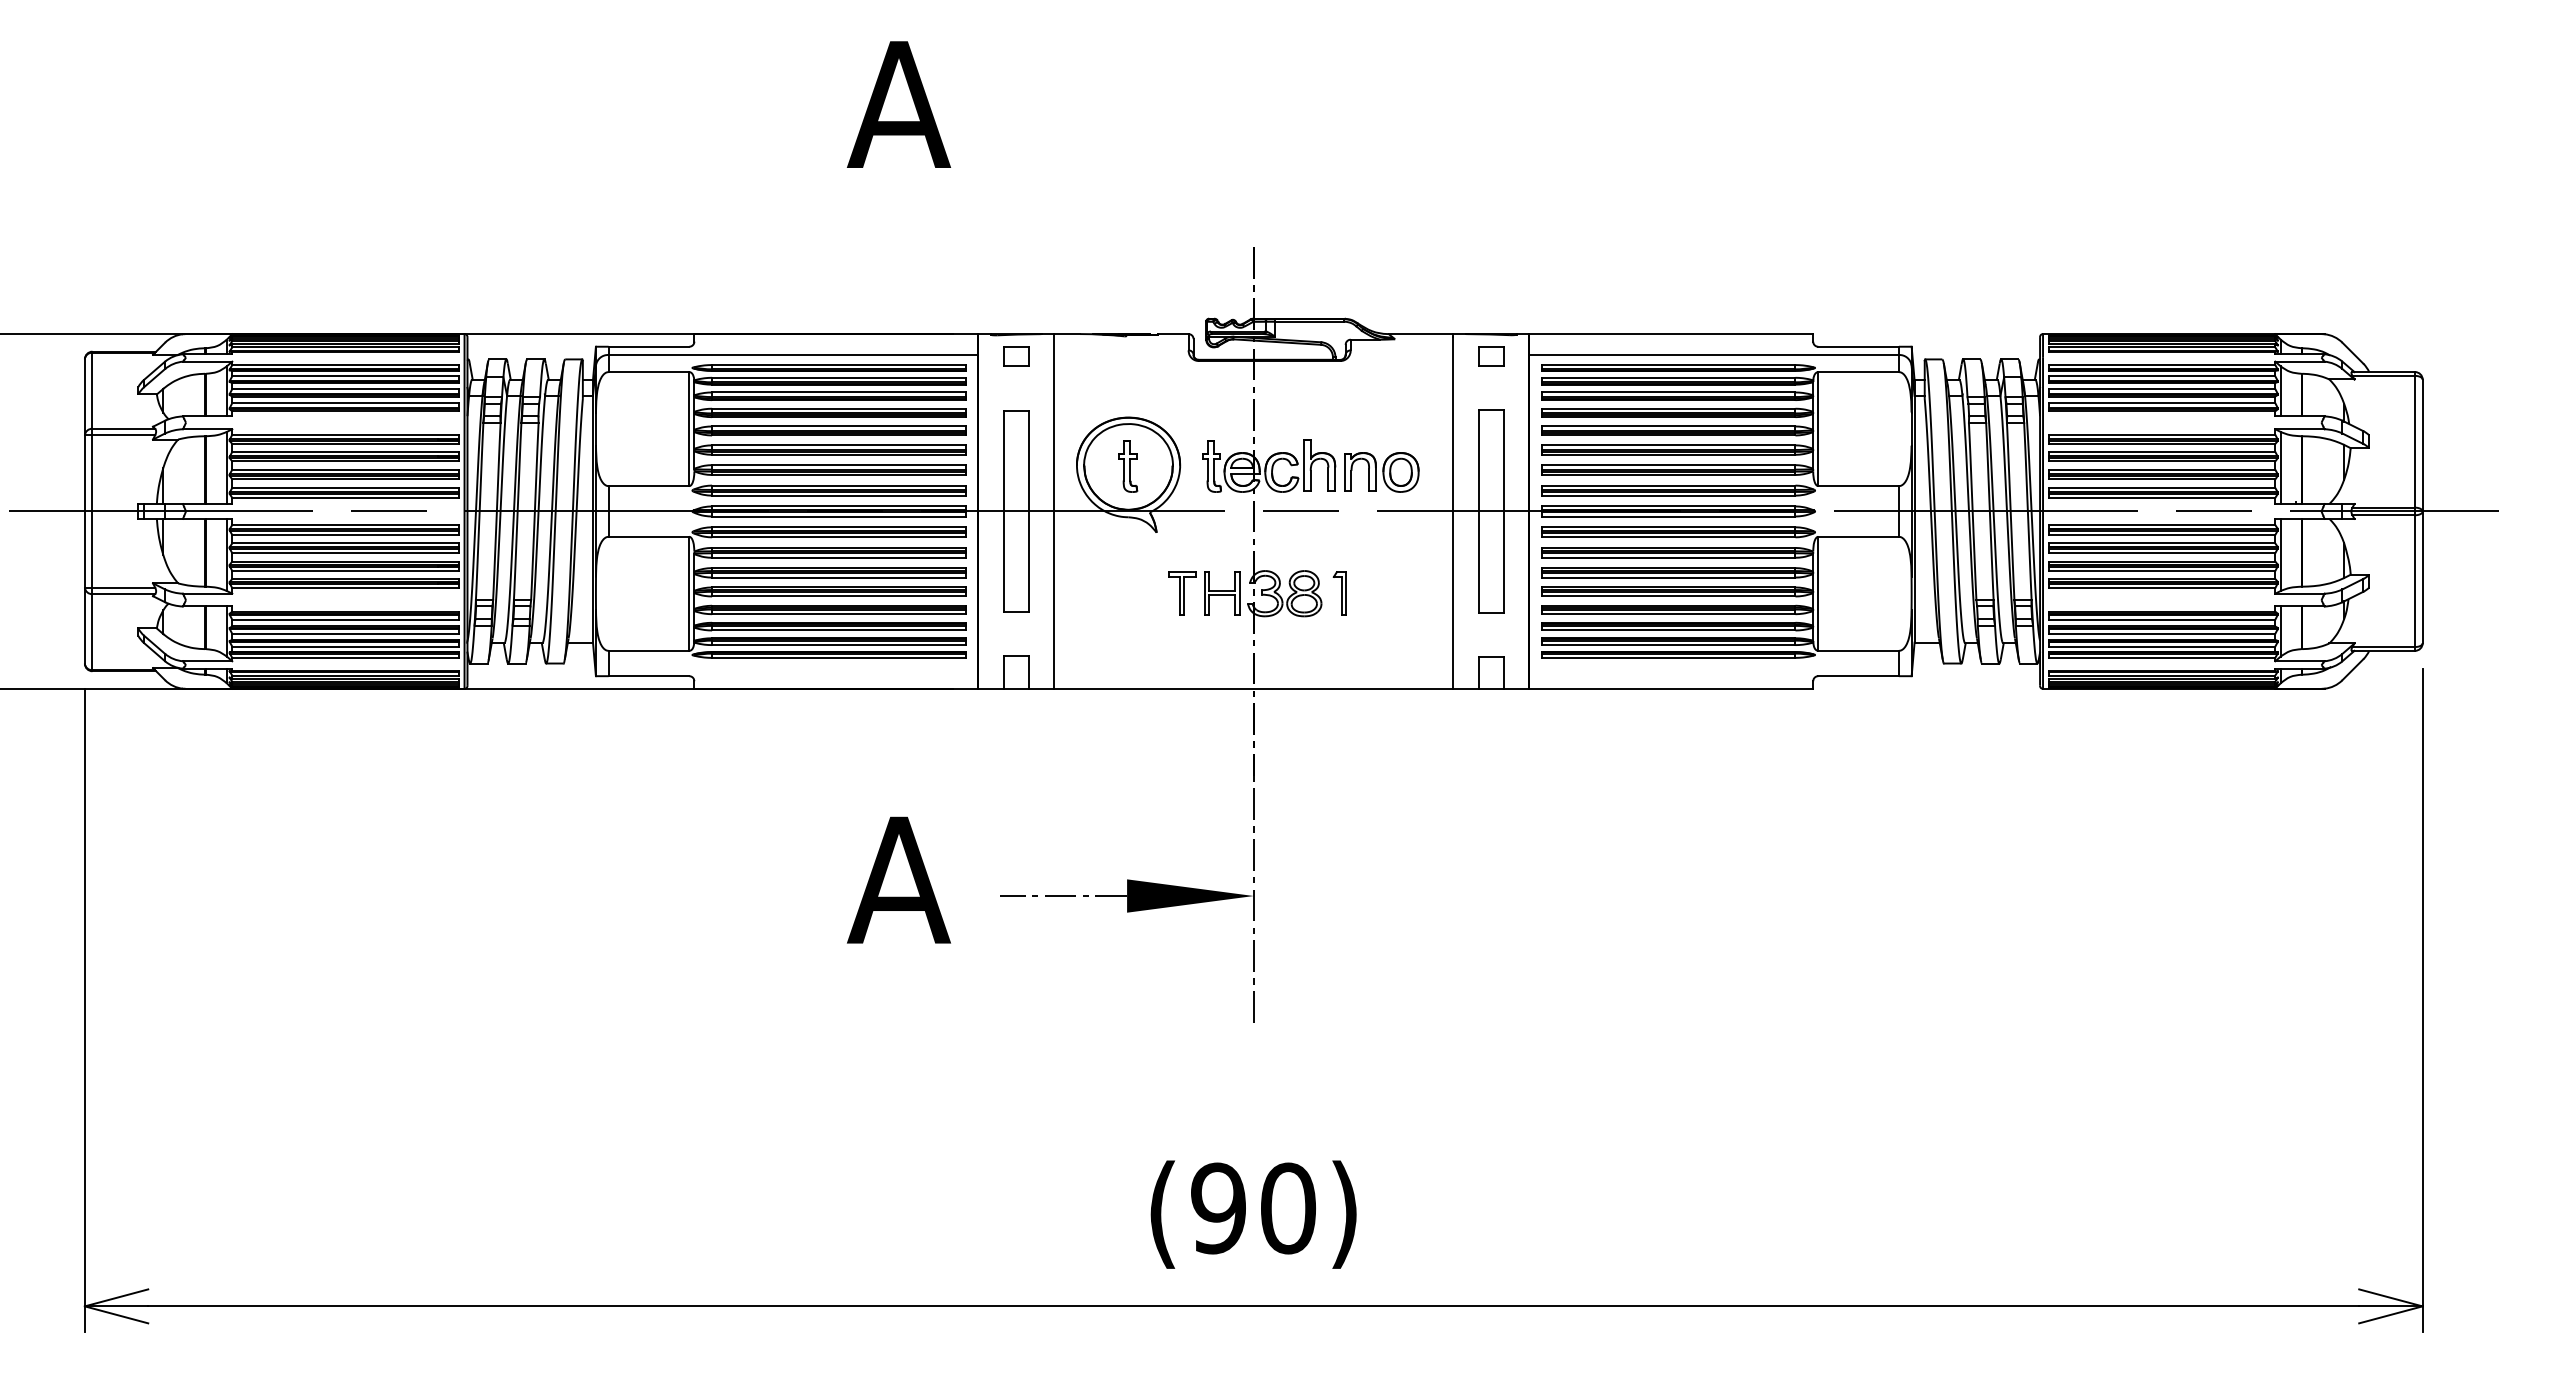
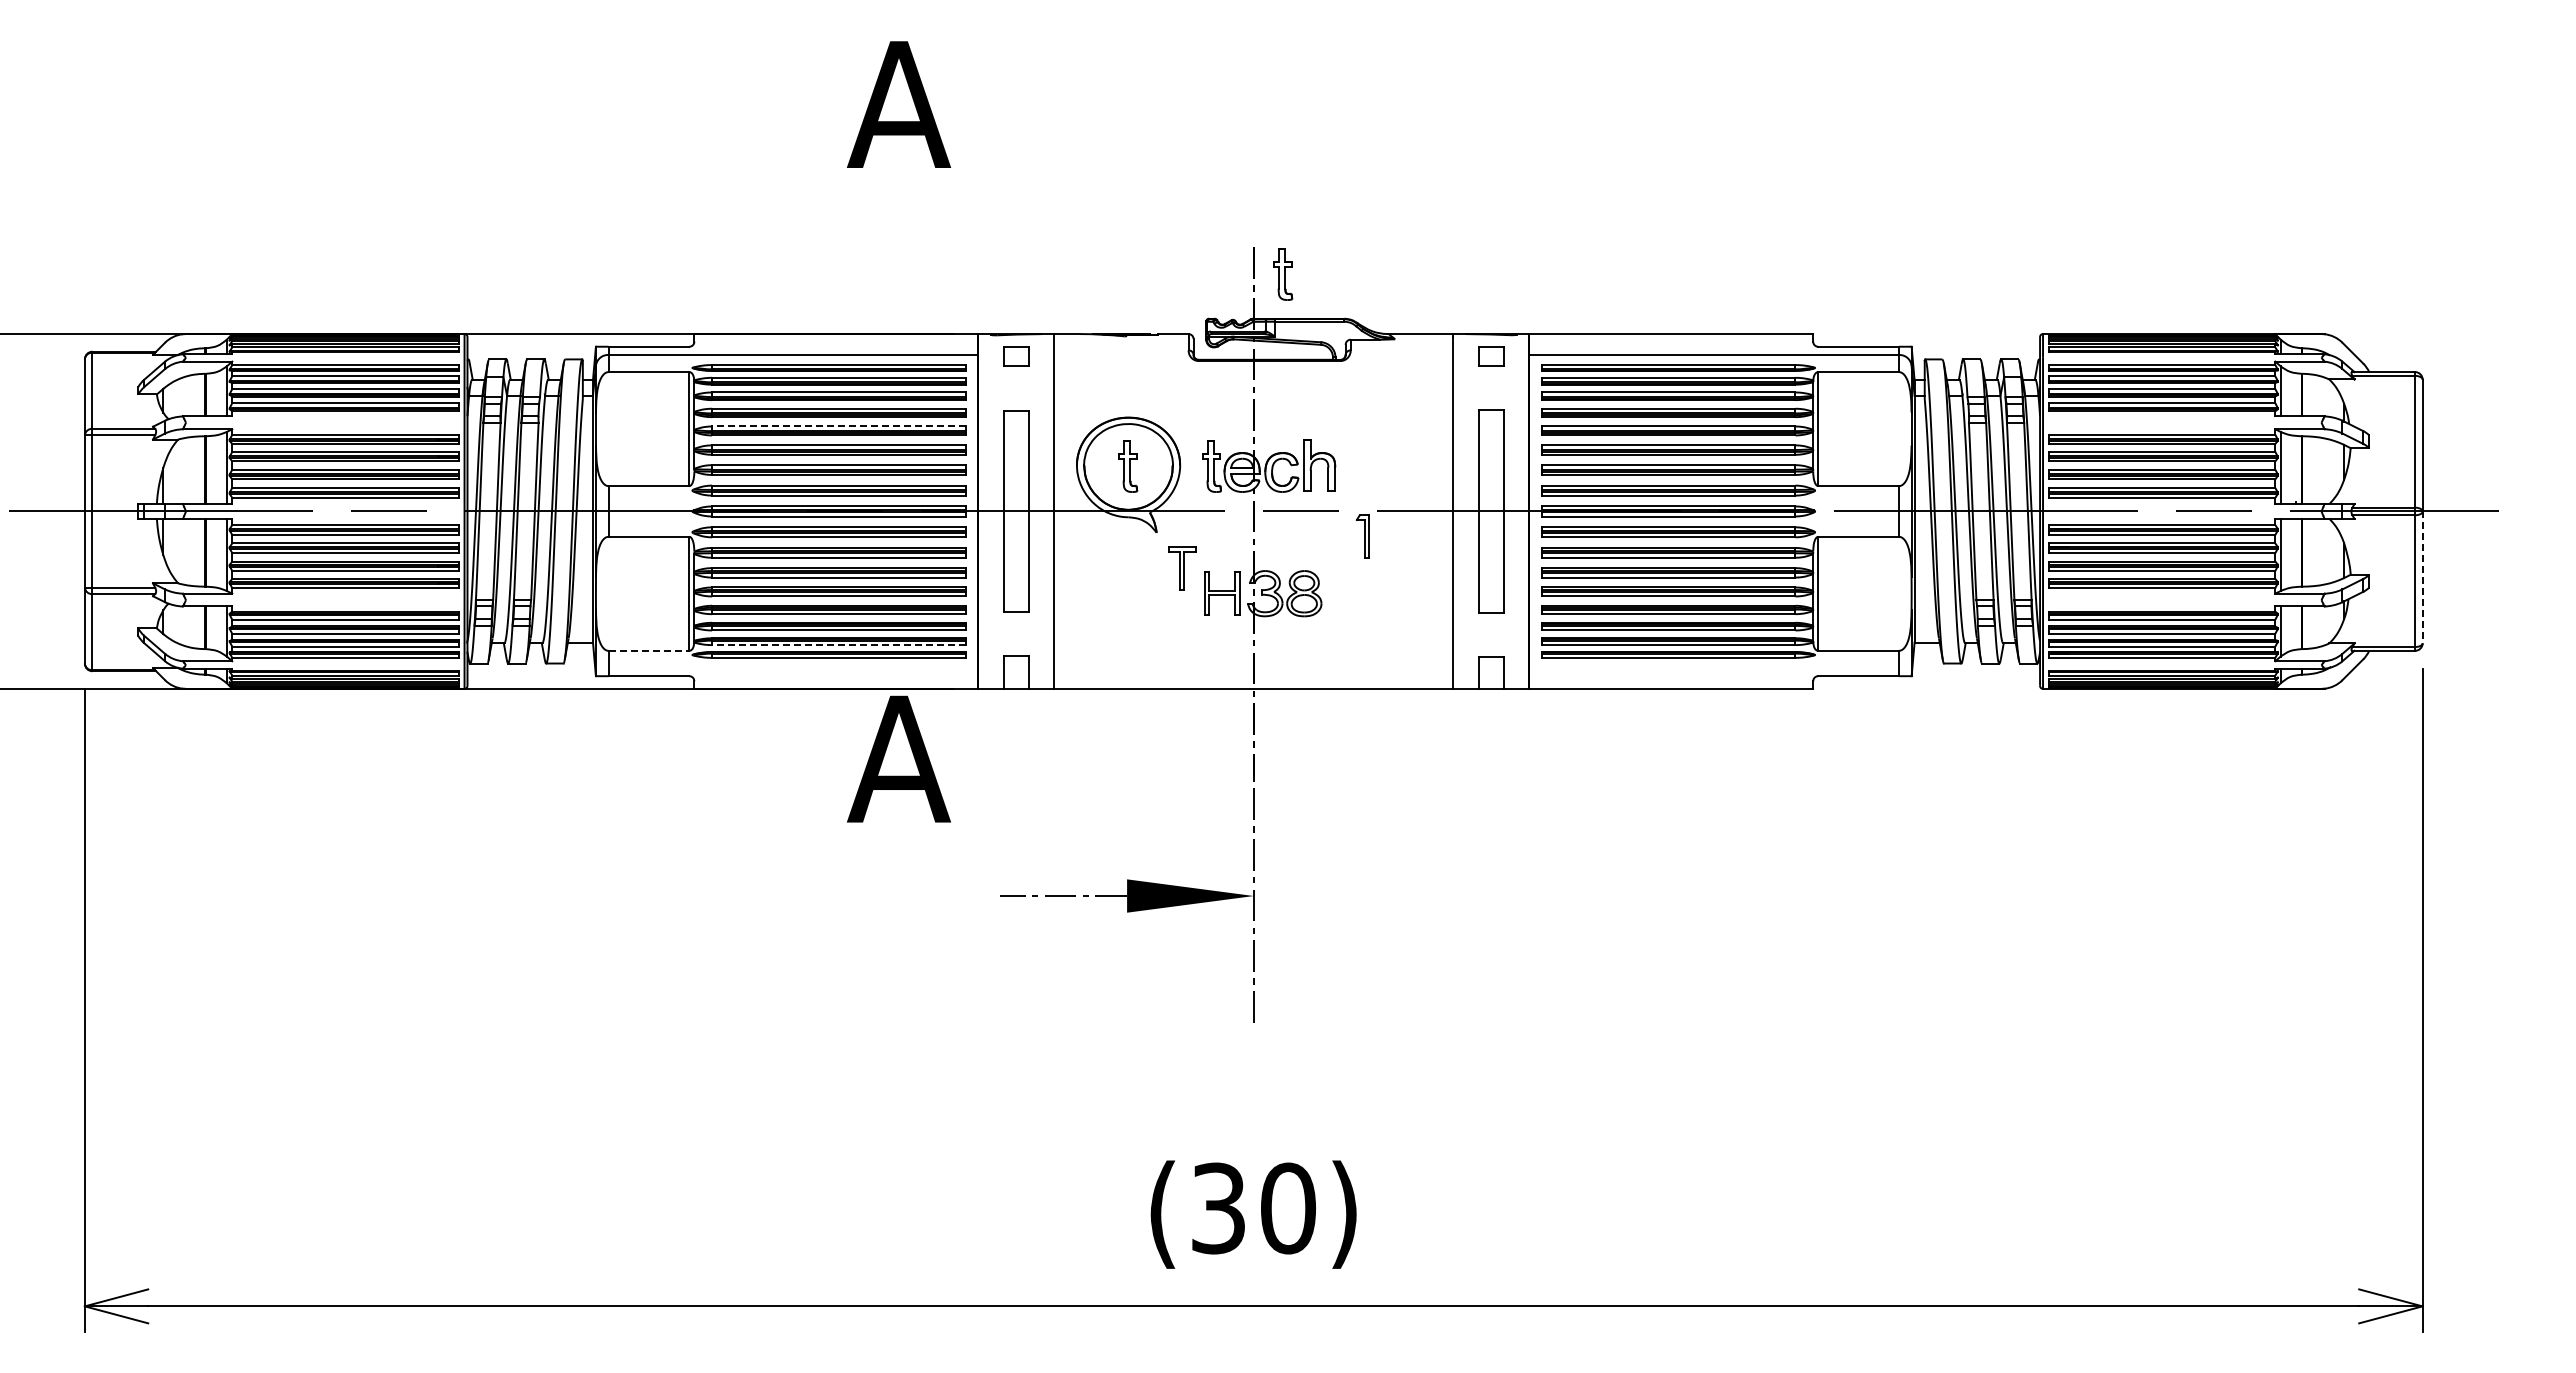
part at (1283, 274): none -> present
line at (838, 426): solid -> dashed
part at (1381, 472): present -> none
line at (2422, 577): solid -> dashed
part at (1182, 593) position: (1182, 593) -> (1182, 568)
part at (1339, 593) position: (1339, 593) -> (1362, 536)
line at (838, 645): solid -> dashed
line at (649, 650): solid -> dashed
text at (898, 879) position: (898, 879) -> (898, 758)
text at (1218, 1208): (90) -> (30)
